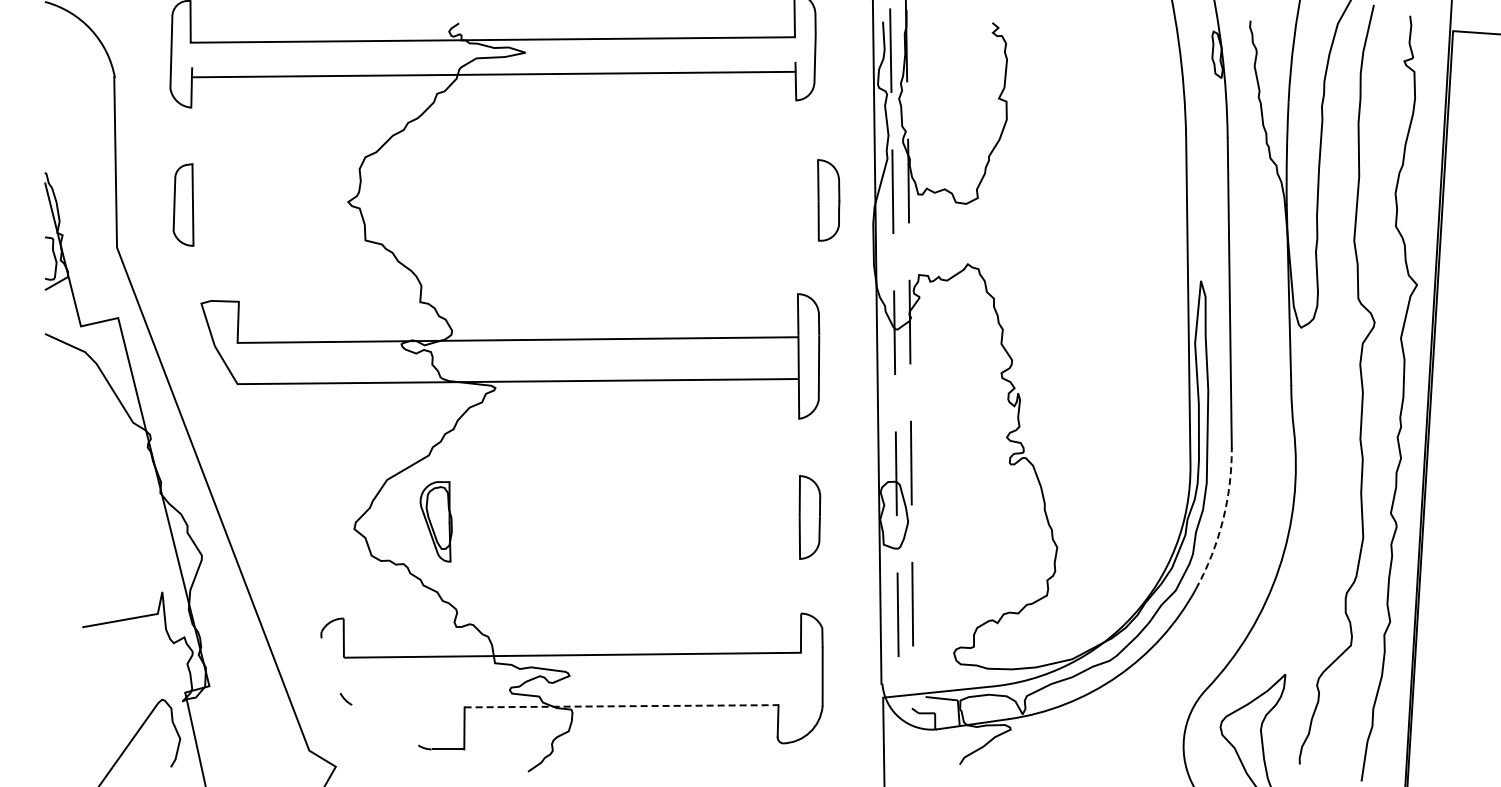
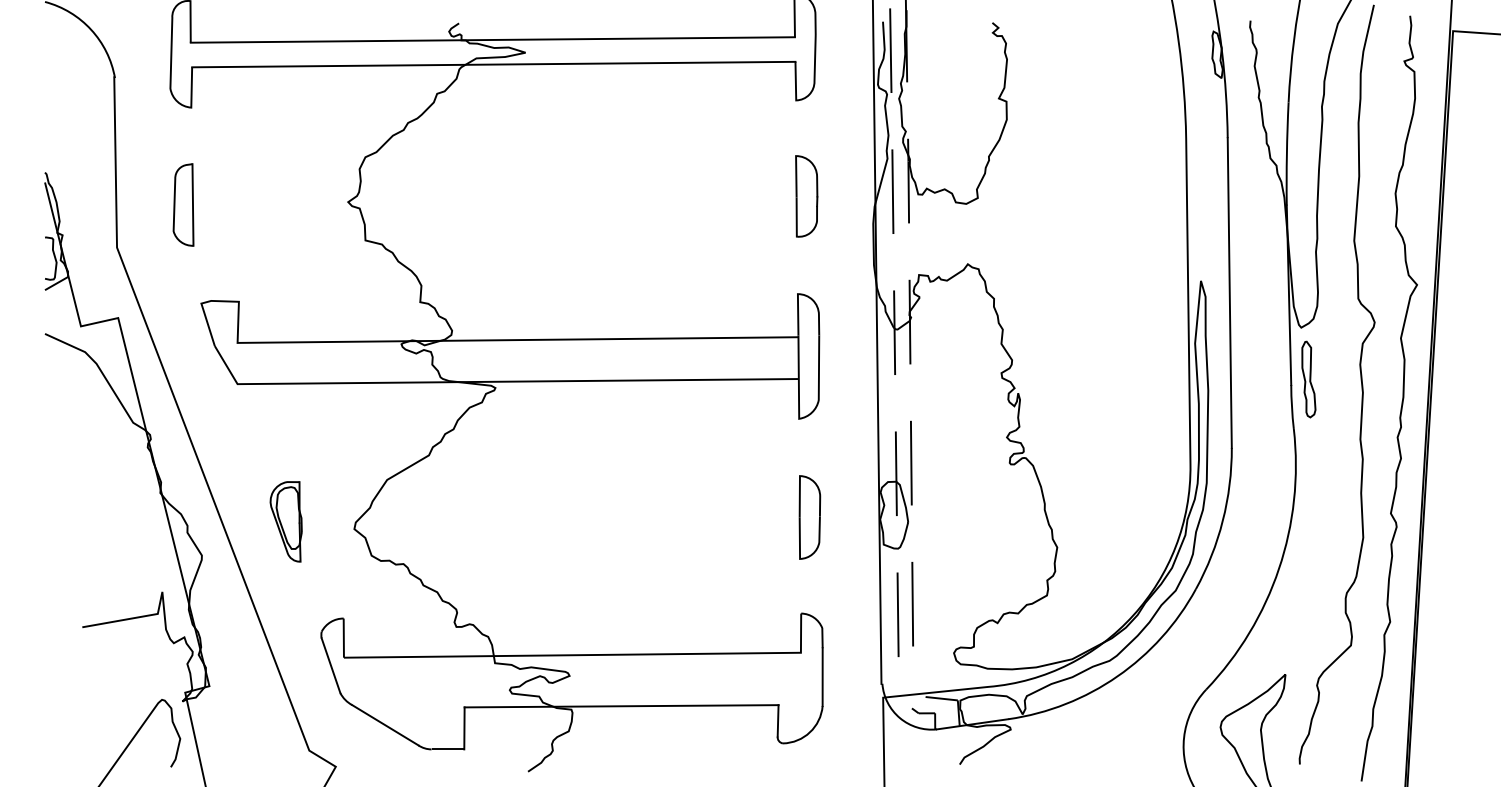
line at (493, 74) position: (493, 74) -> (493, 64)
part at (828, 200) position: (828, 200) -> (806, 196)
part at (1308, 379): none -> present
arc at (1222, 520): dashed -> solid
part at (435, 521) position: (435, 521) -> (285, 521)
line at (330, 665): none -> present
line at (621, 706): dashed -> solid
line at (385, 725): none -> present
